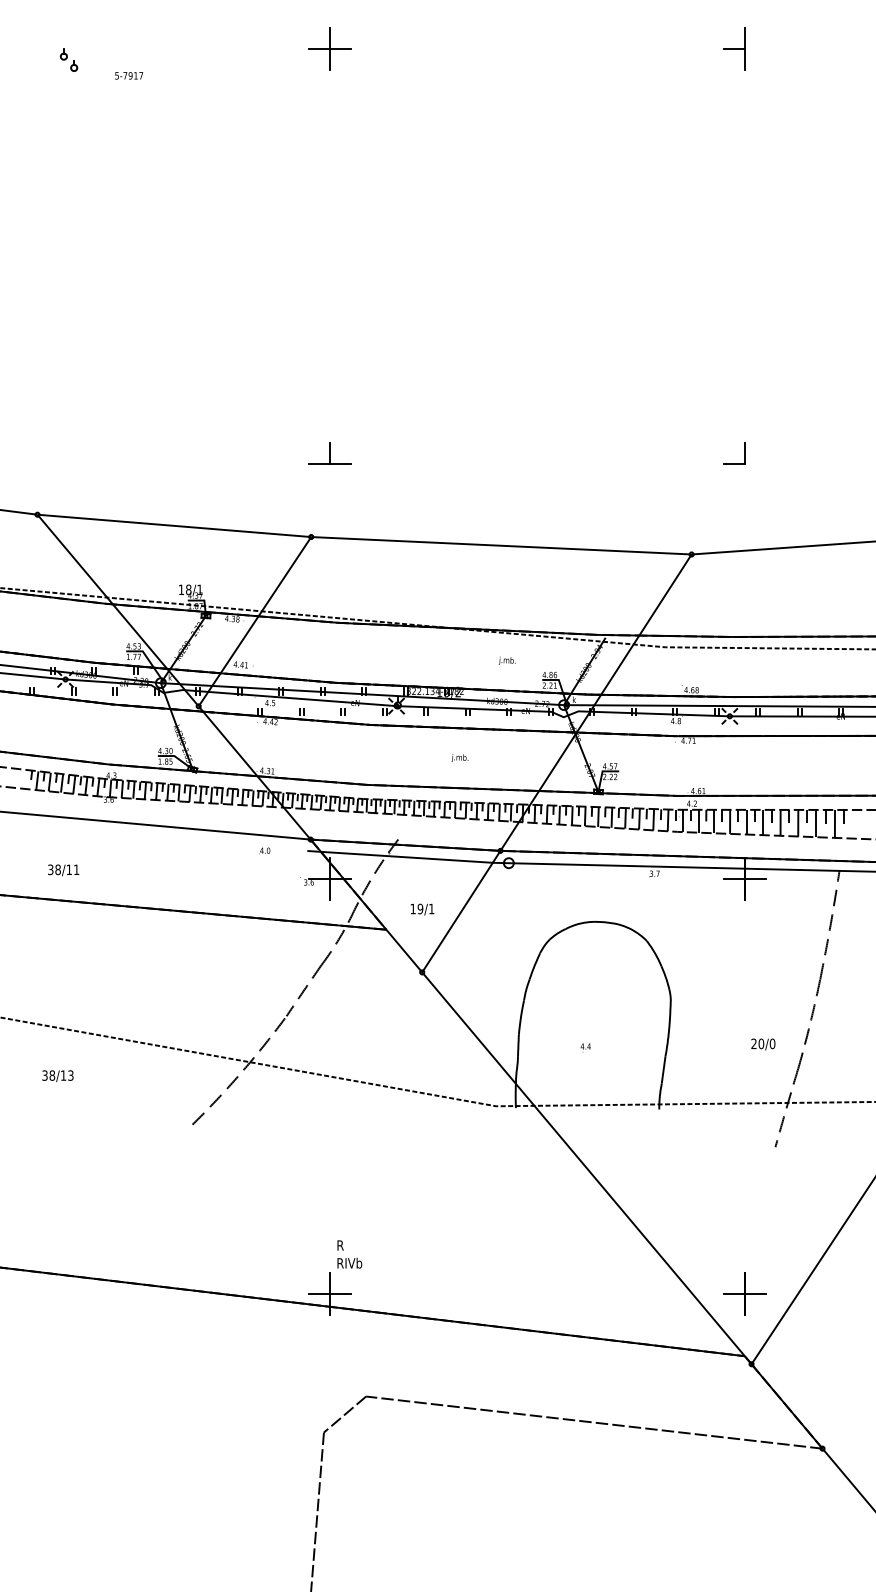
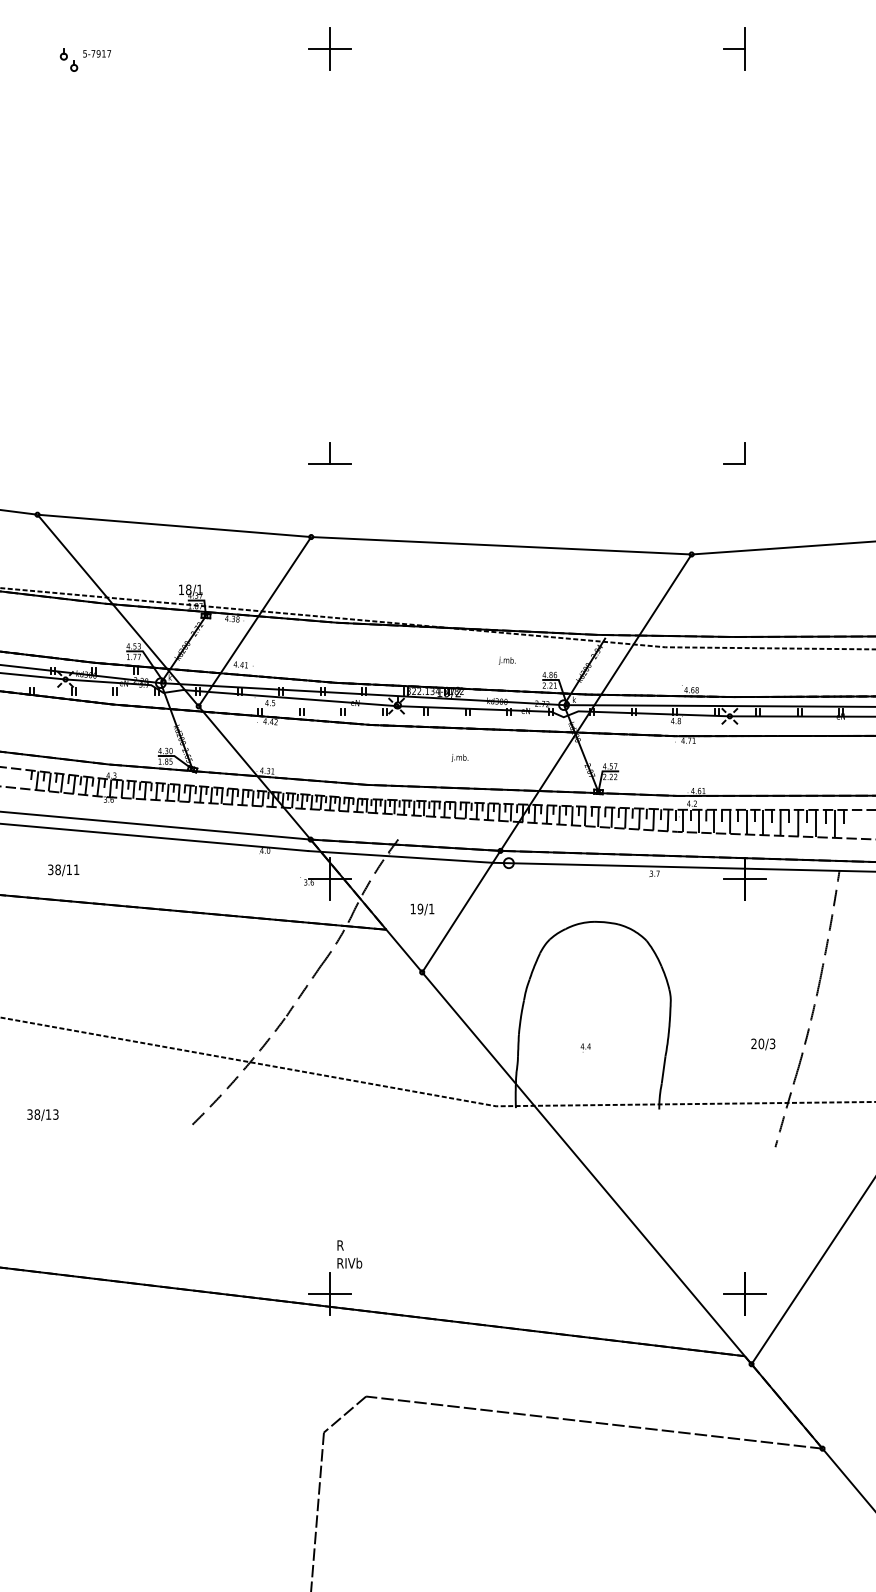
text at (129, 75) position: (129, 75) -> (97, 53)
line at (155, 837): none -> present
text at (772, 1043): 20/0 -> 20/3
text at (57, 1076) position: (57, 1076) -> (42, 1115)
